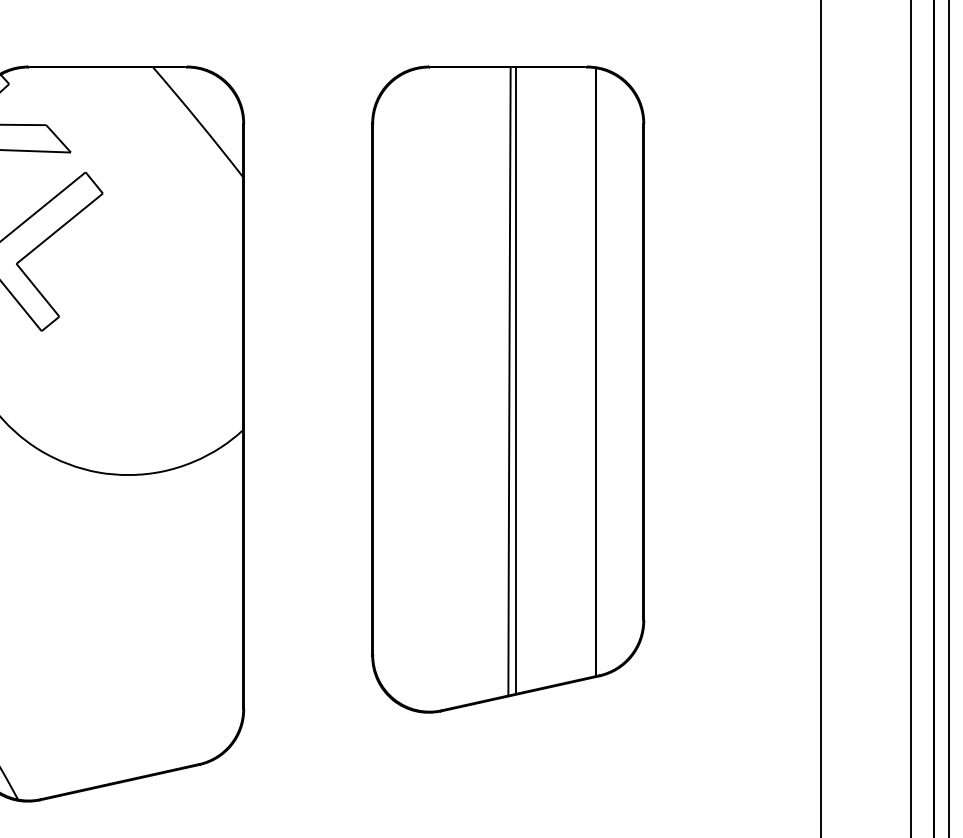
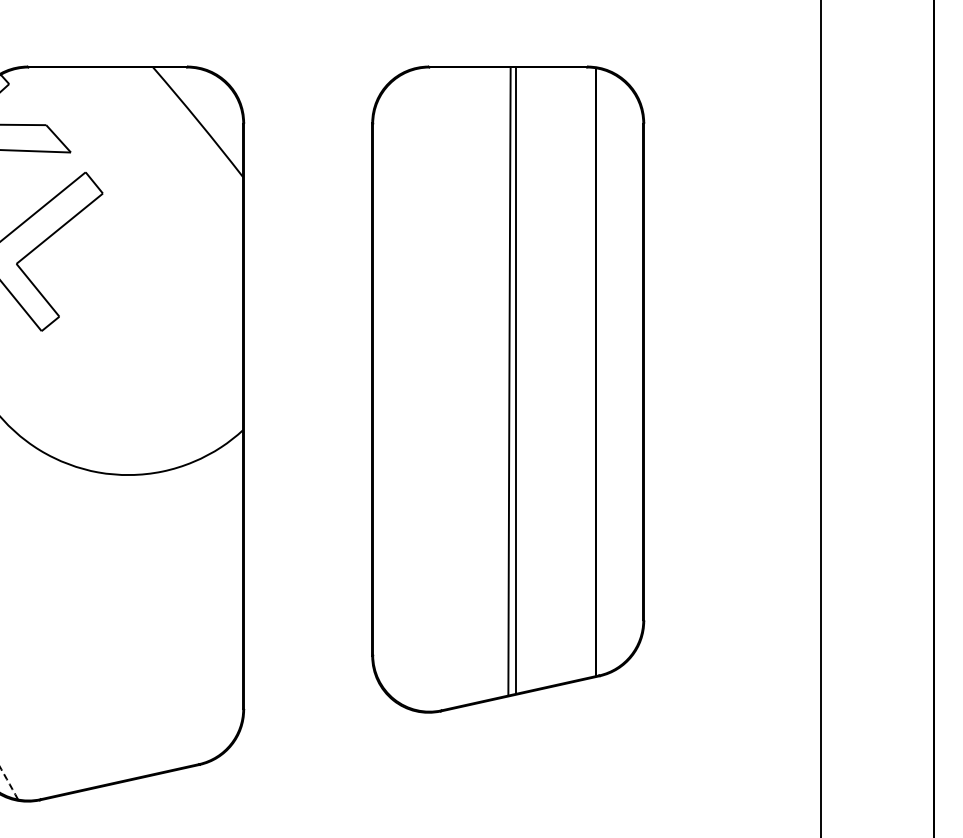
line at (911, 418): present -> none
line at (949, 418): present -> none
arc at (8, 782): solid -> dashed
